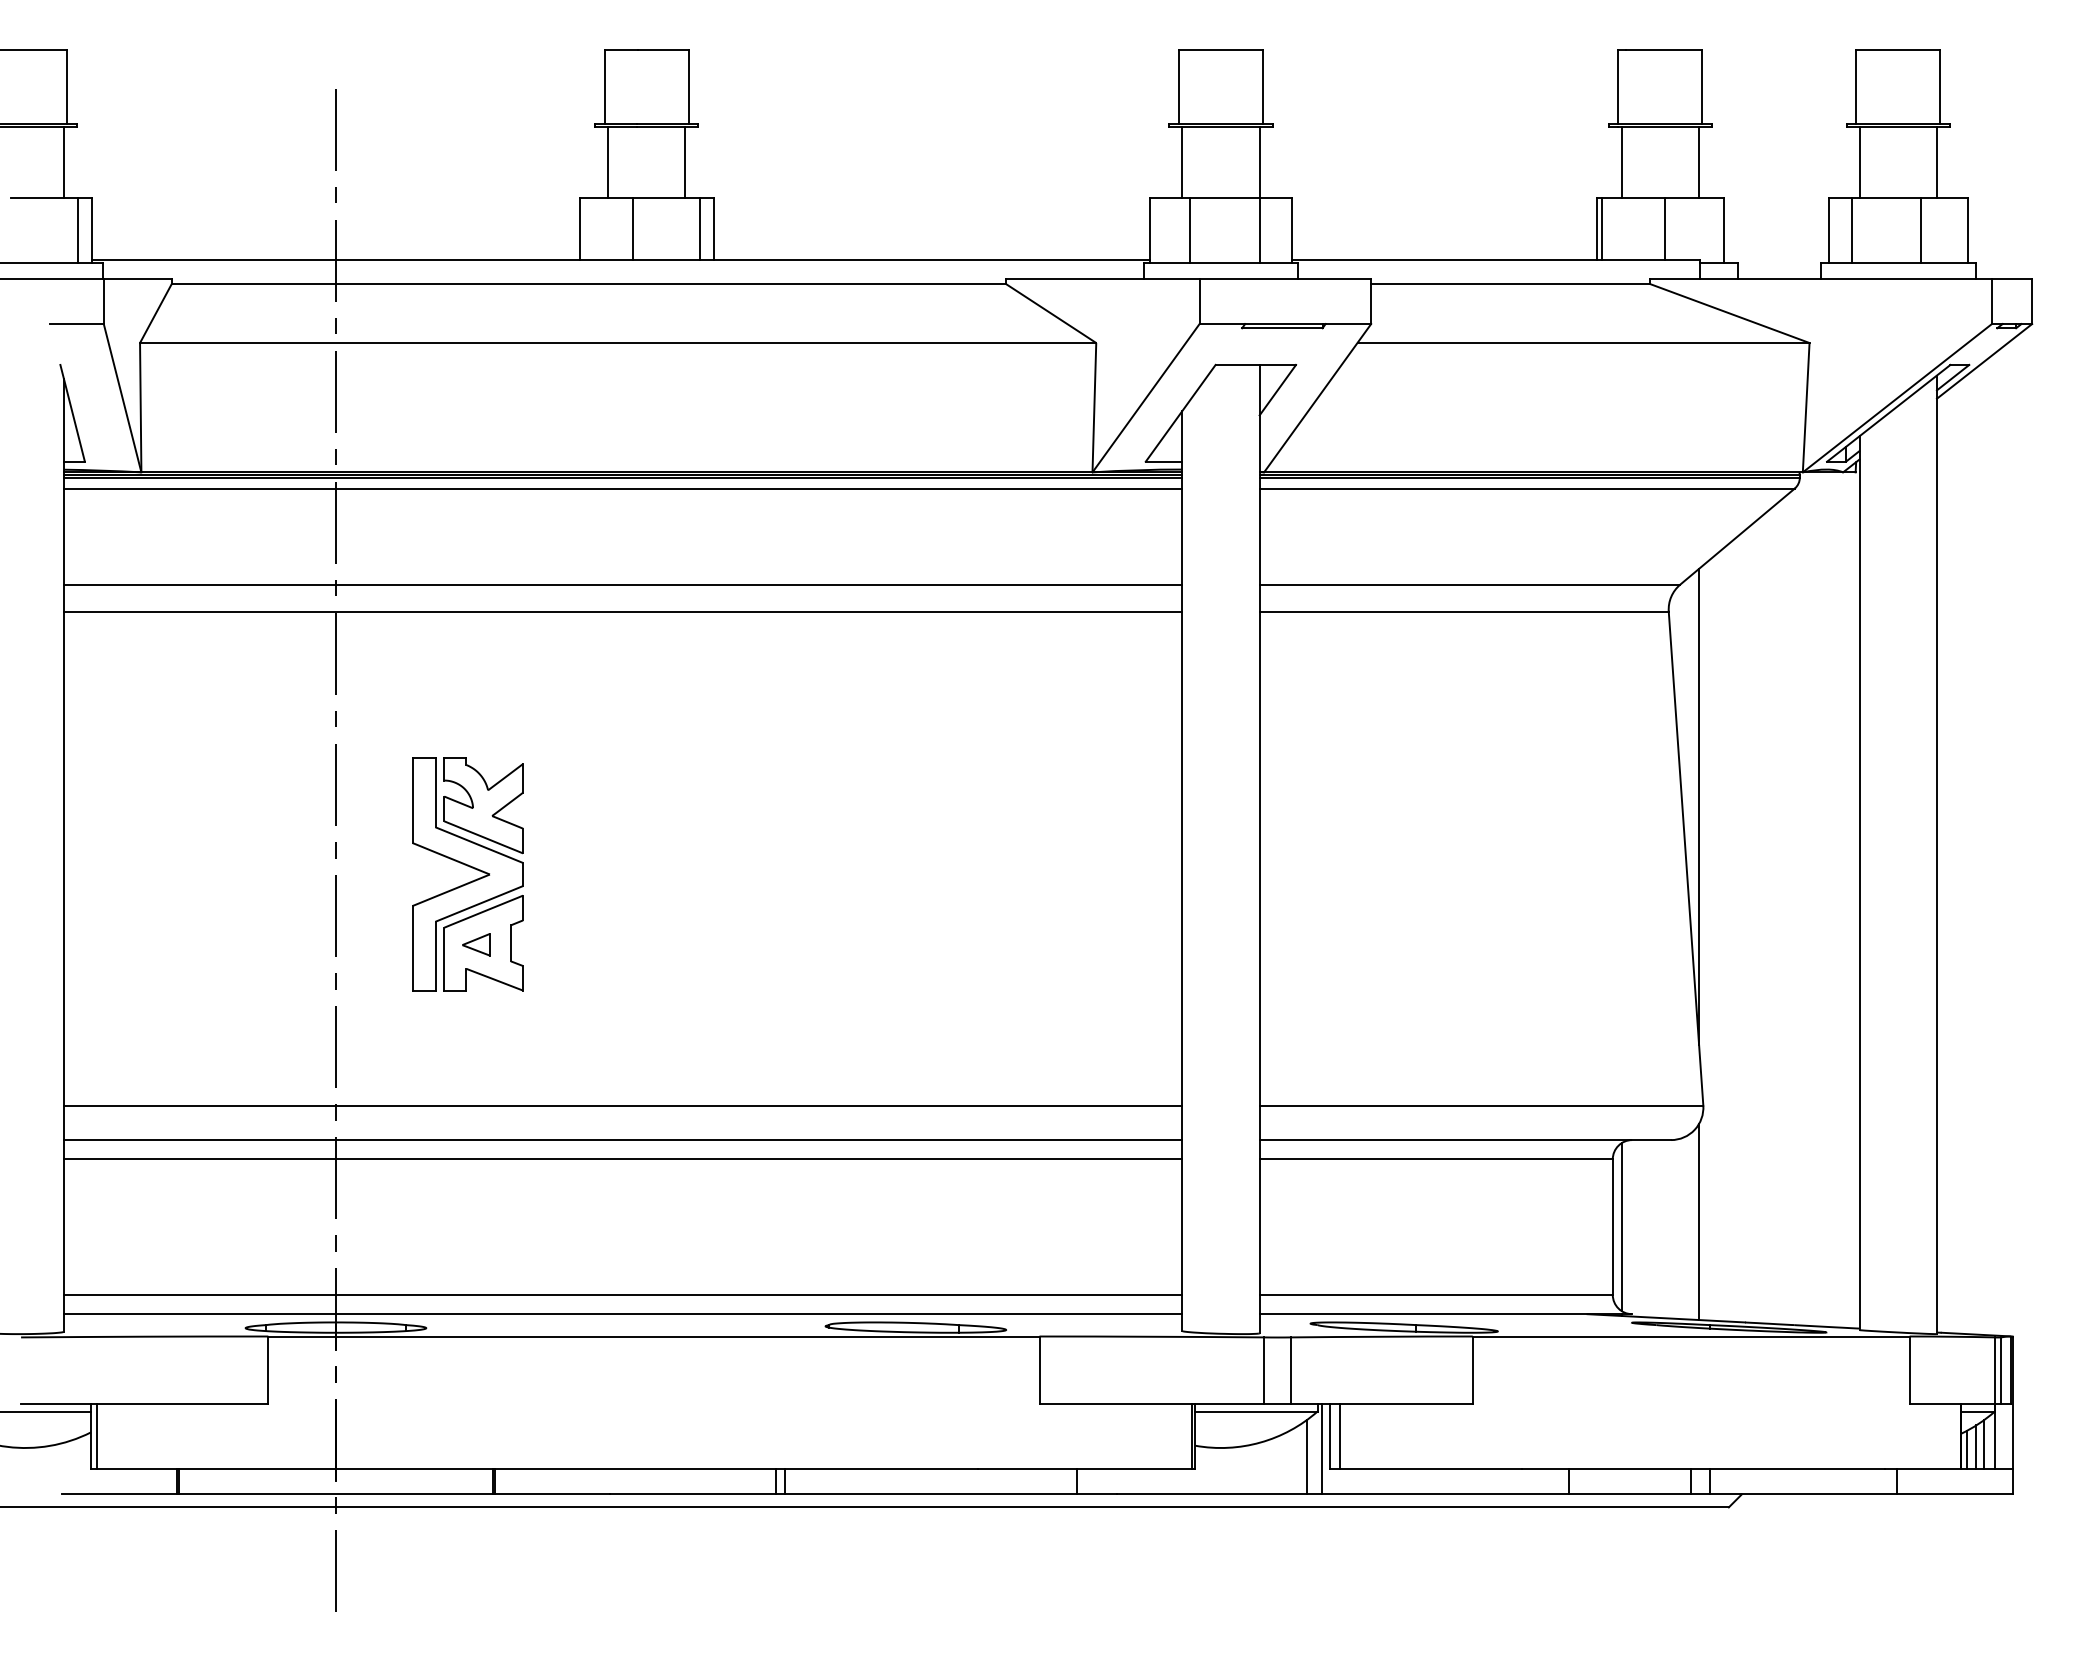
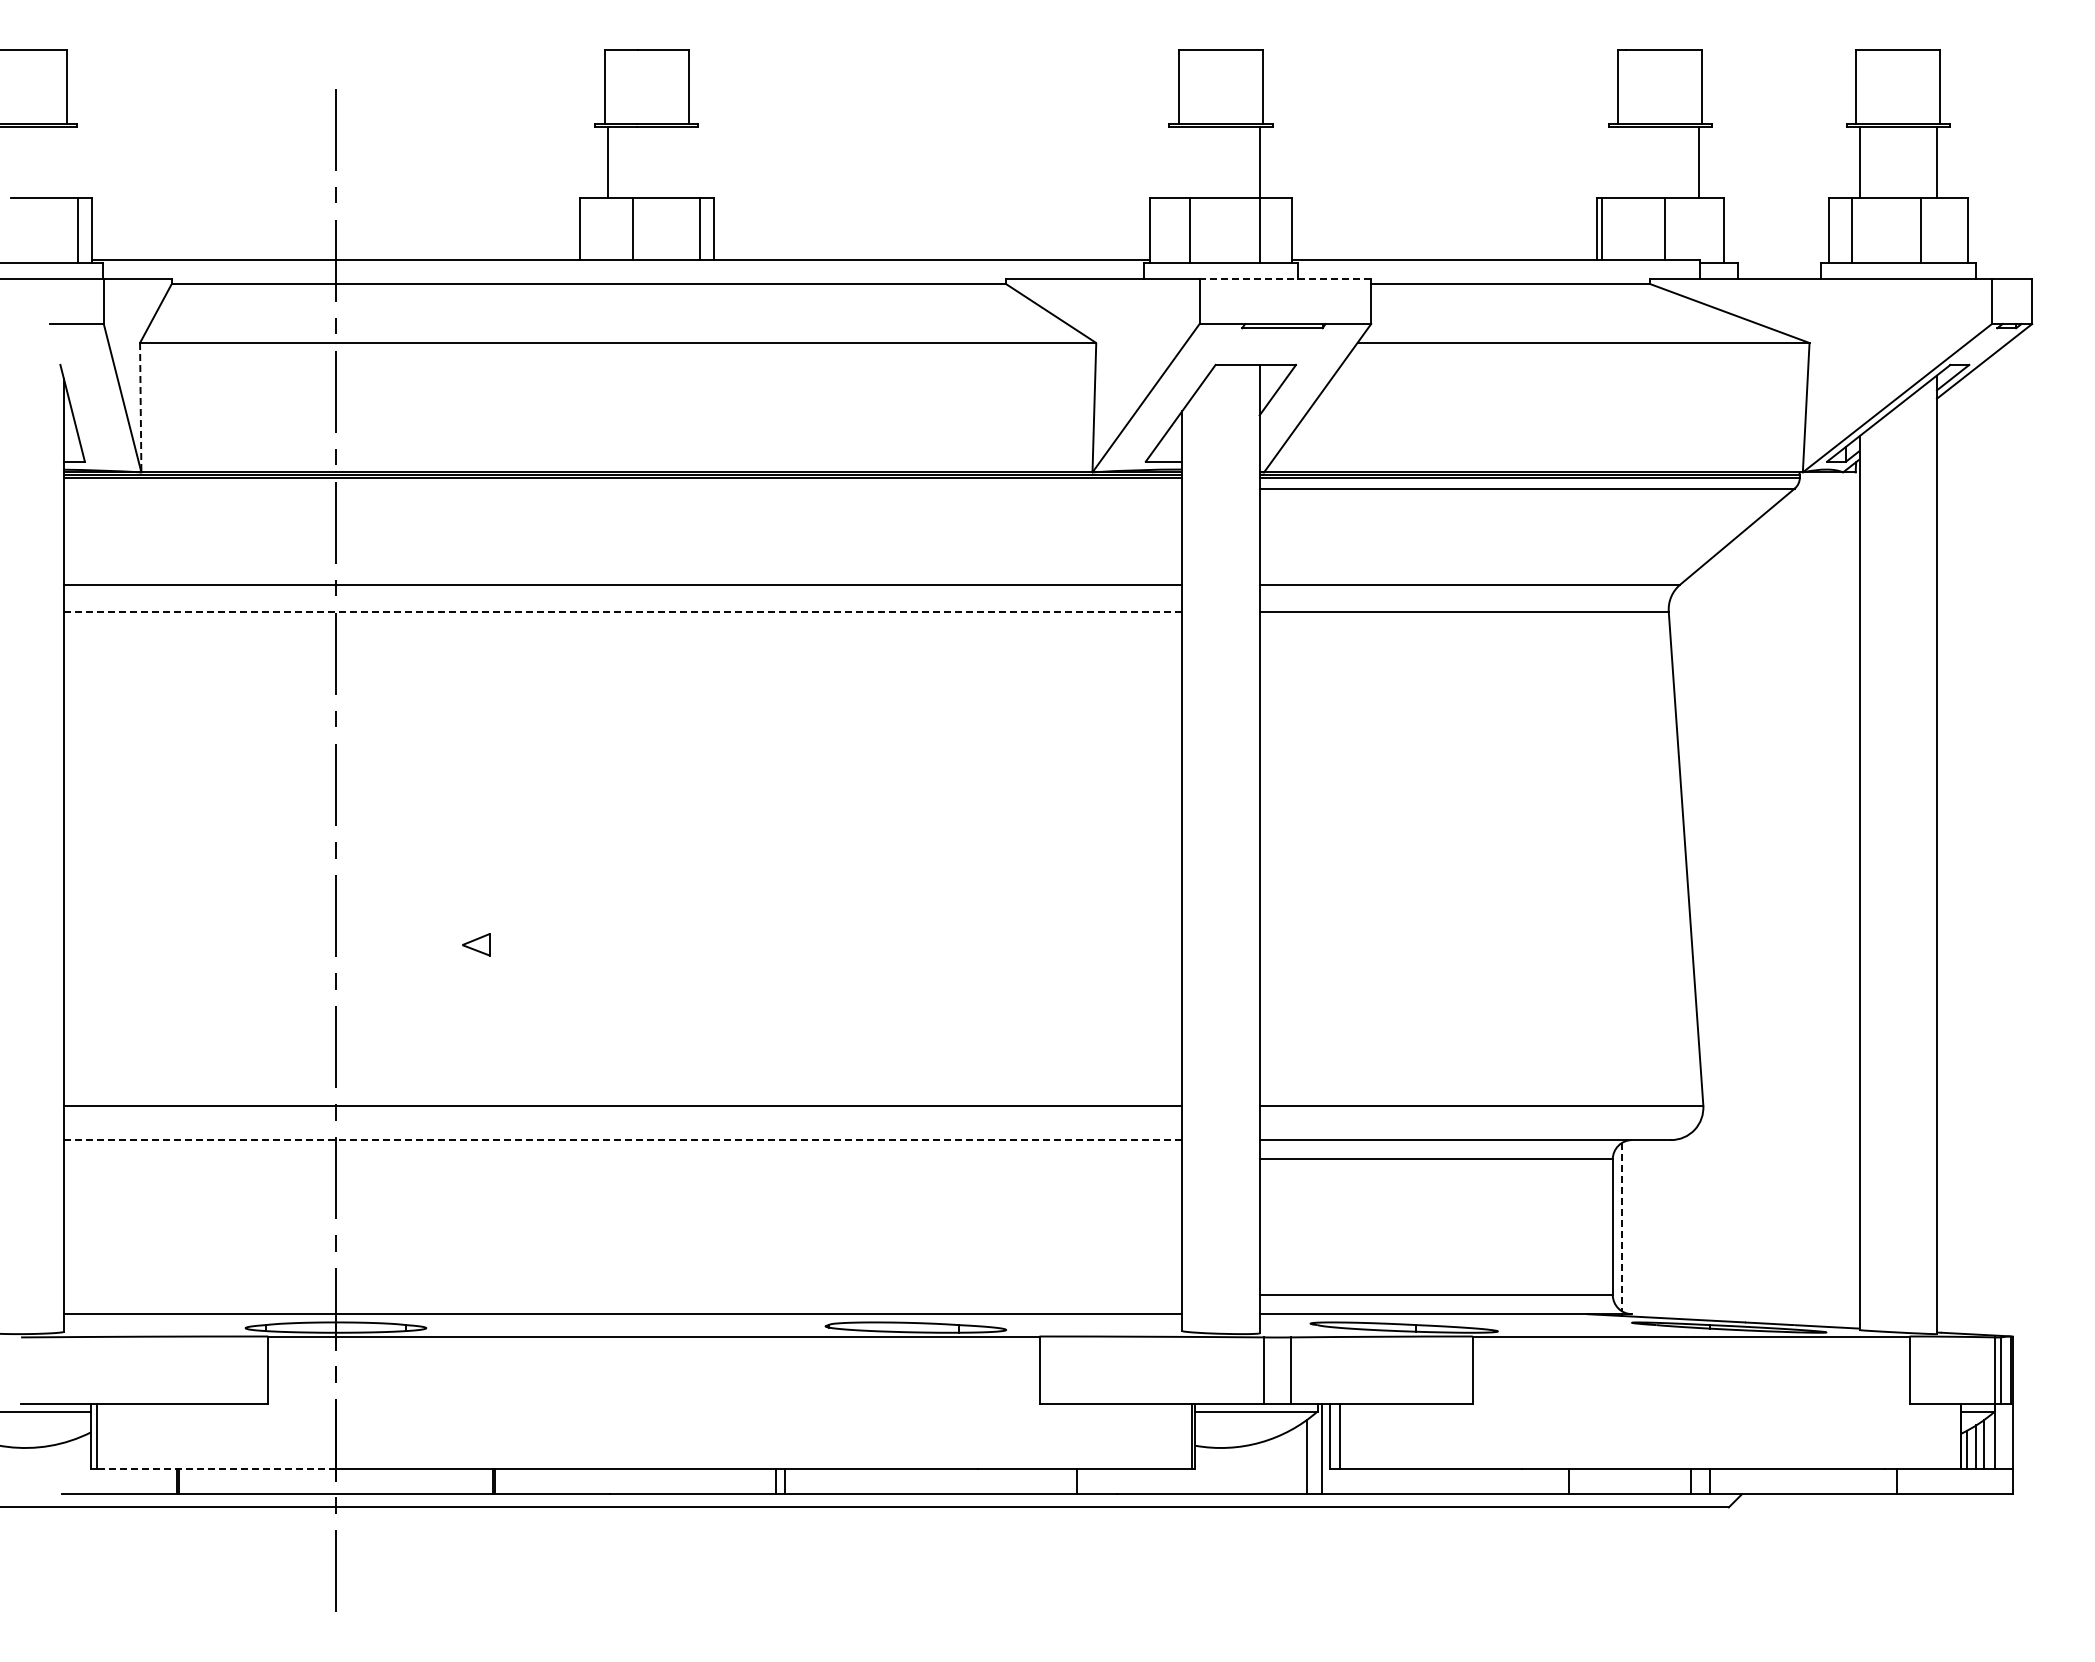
line at (63, 162): present -> none
line at (685, 162): present -> none
line at (1182, 162): present -> none
line at (1621, 162): present -> none
line at (1285, 278): solid -> dashed
line at (140, 408): solid -> dashed
line at (622, 488): present -> none
line at (622, 611): solid -> dashed
line at (1699, 806): present -> none
part at (469, 867): present -> none
line at (622, 1140): solid -> dashed
line at (622, 1159): present -> none
line at (1699, 1221): present -> none
line at (1621, 1227): solid -> dashed
line at (622, 1294): present -> none
line at (216, 1468): solid -> dashed
